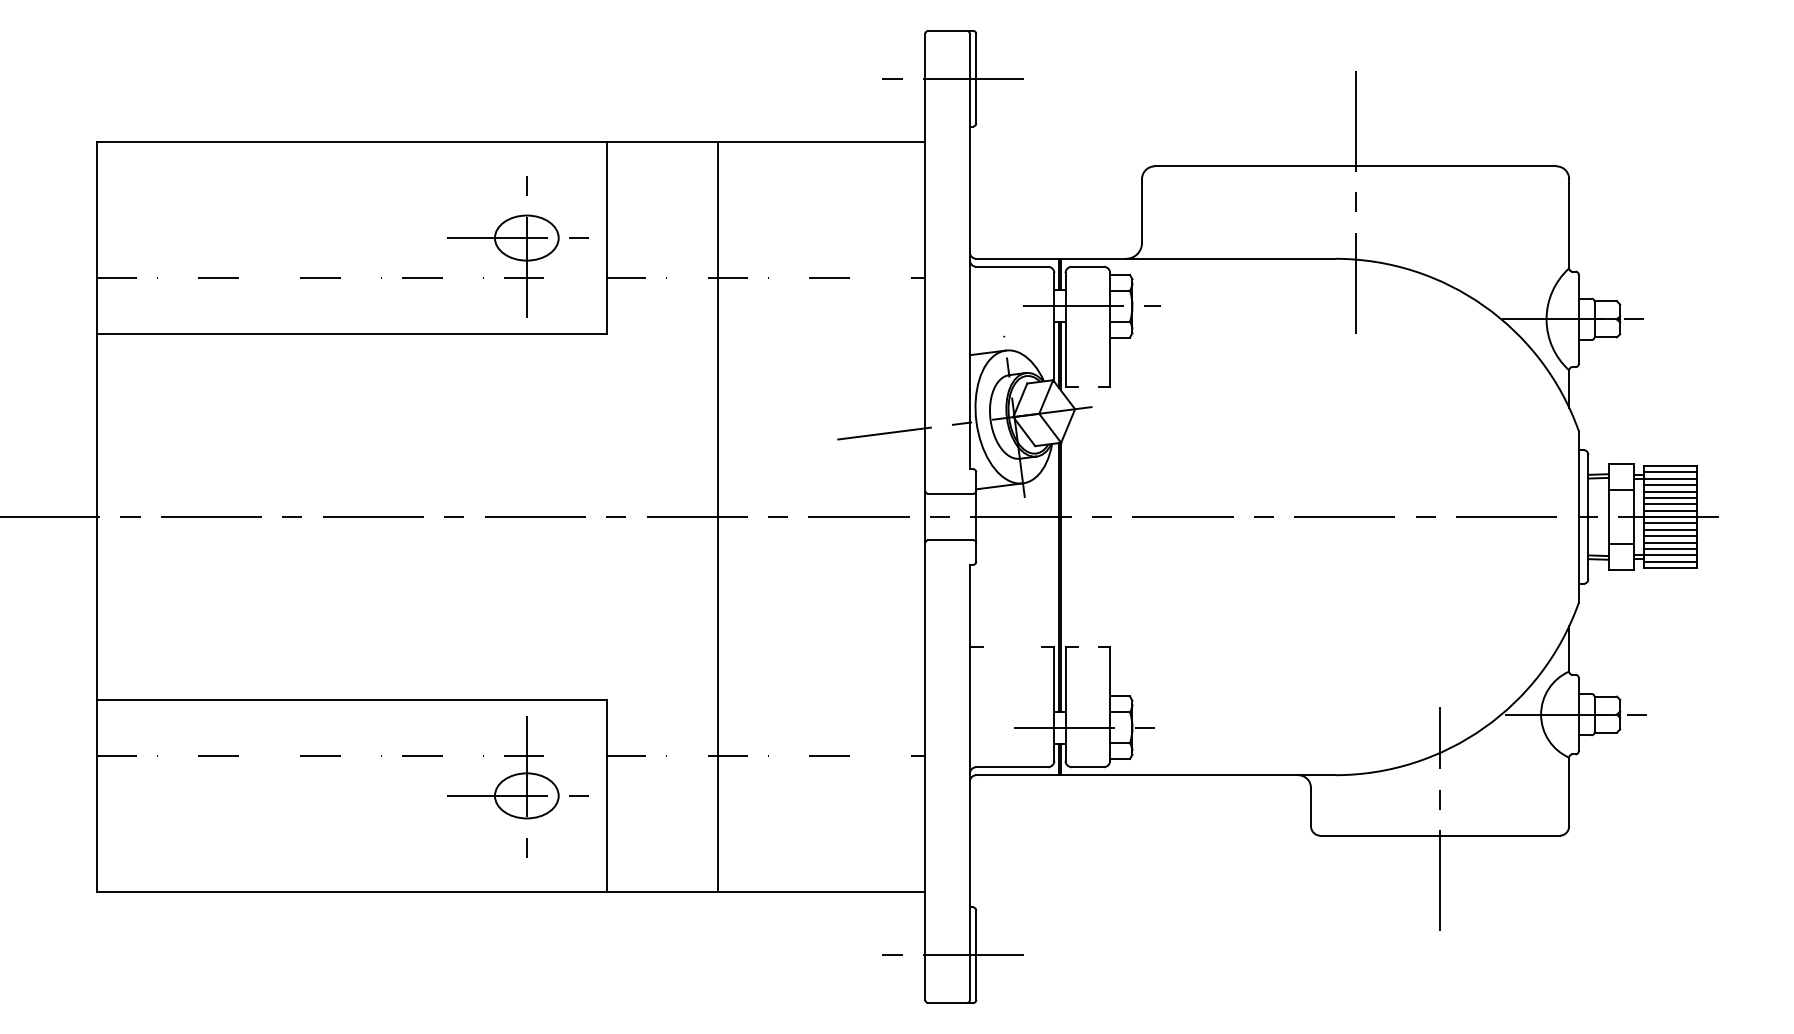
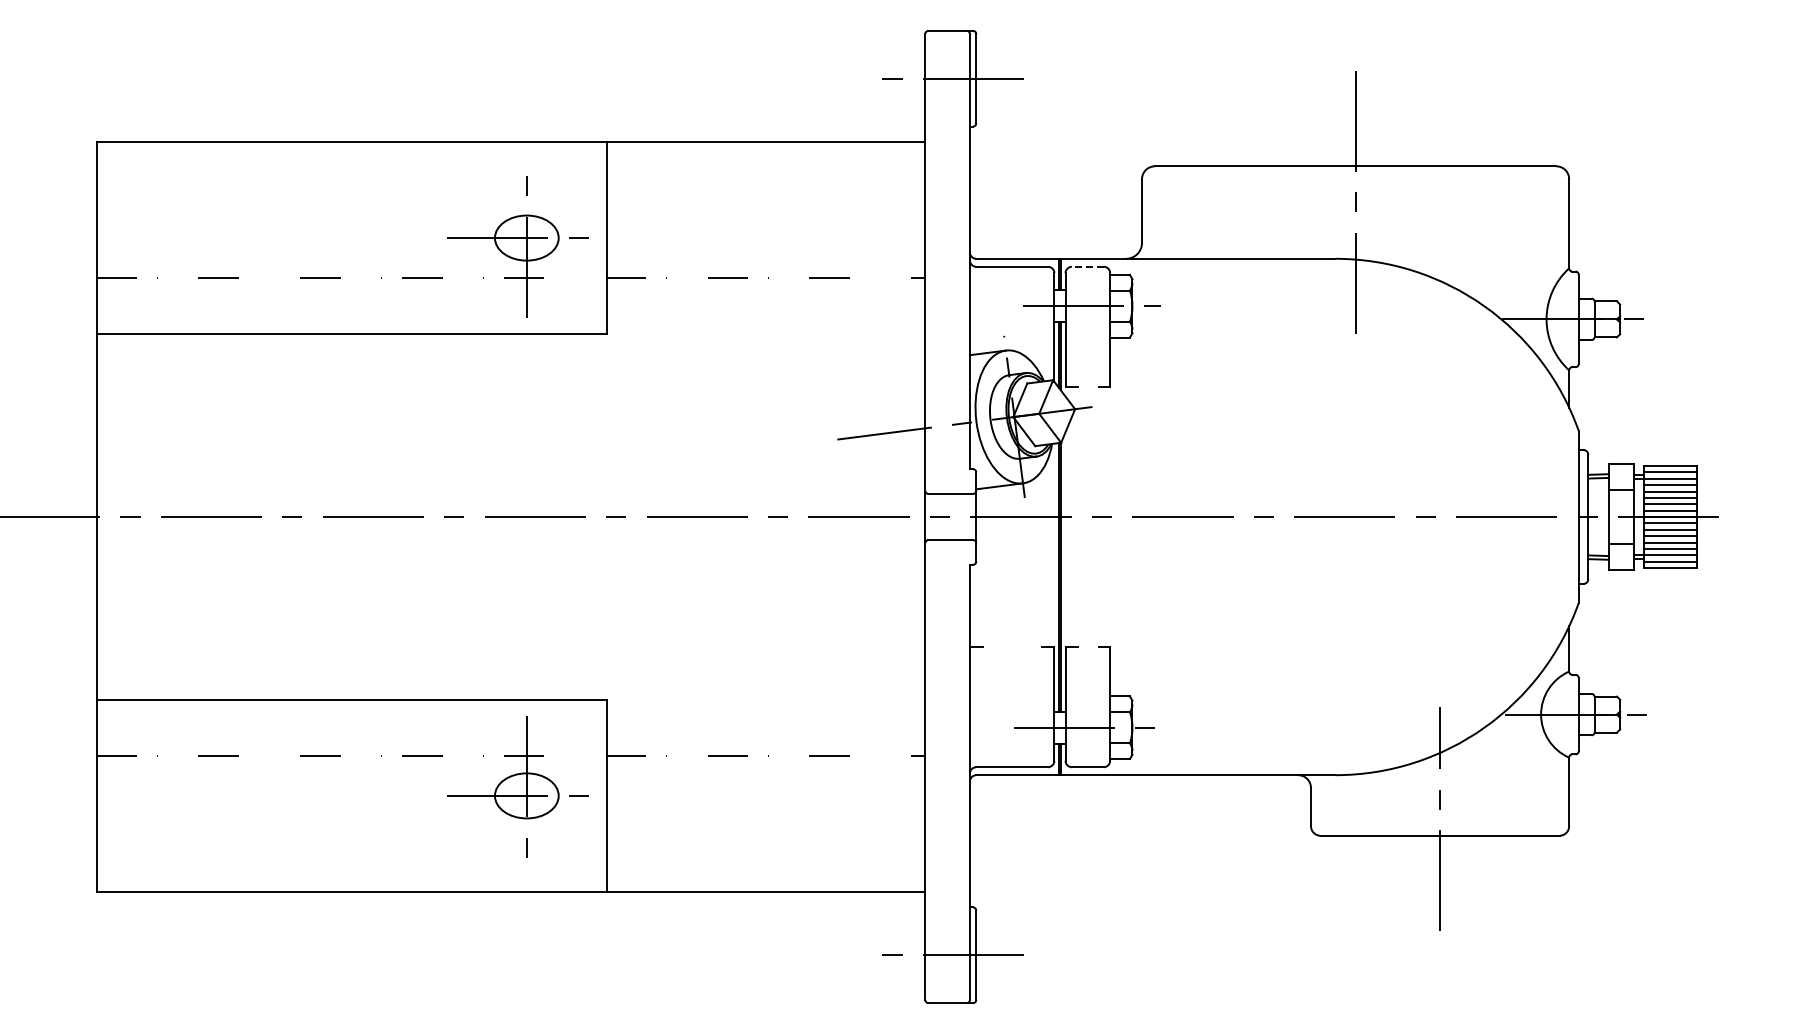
line at (1087, 266): solid -> dashed
line at (718, 516): present -> none
